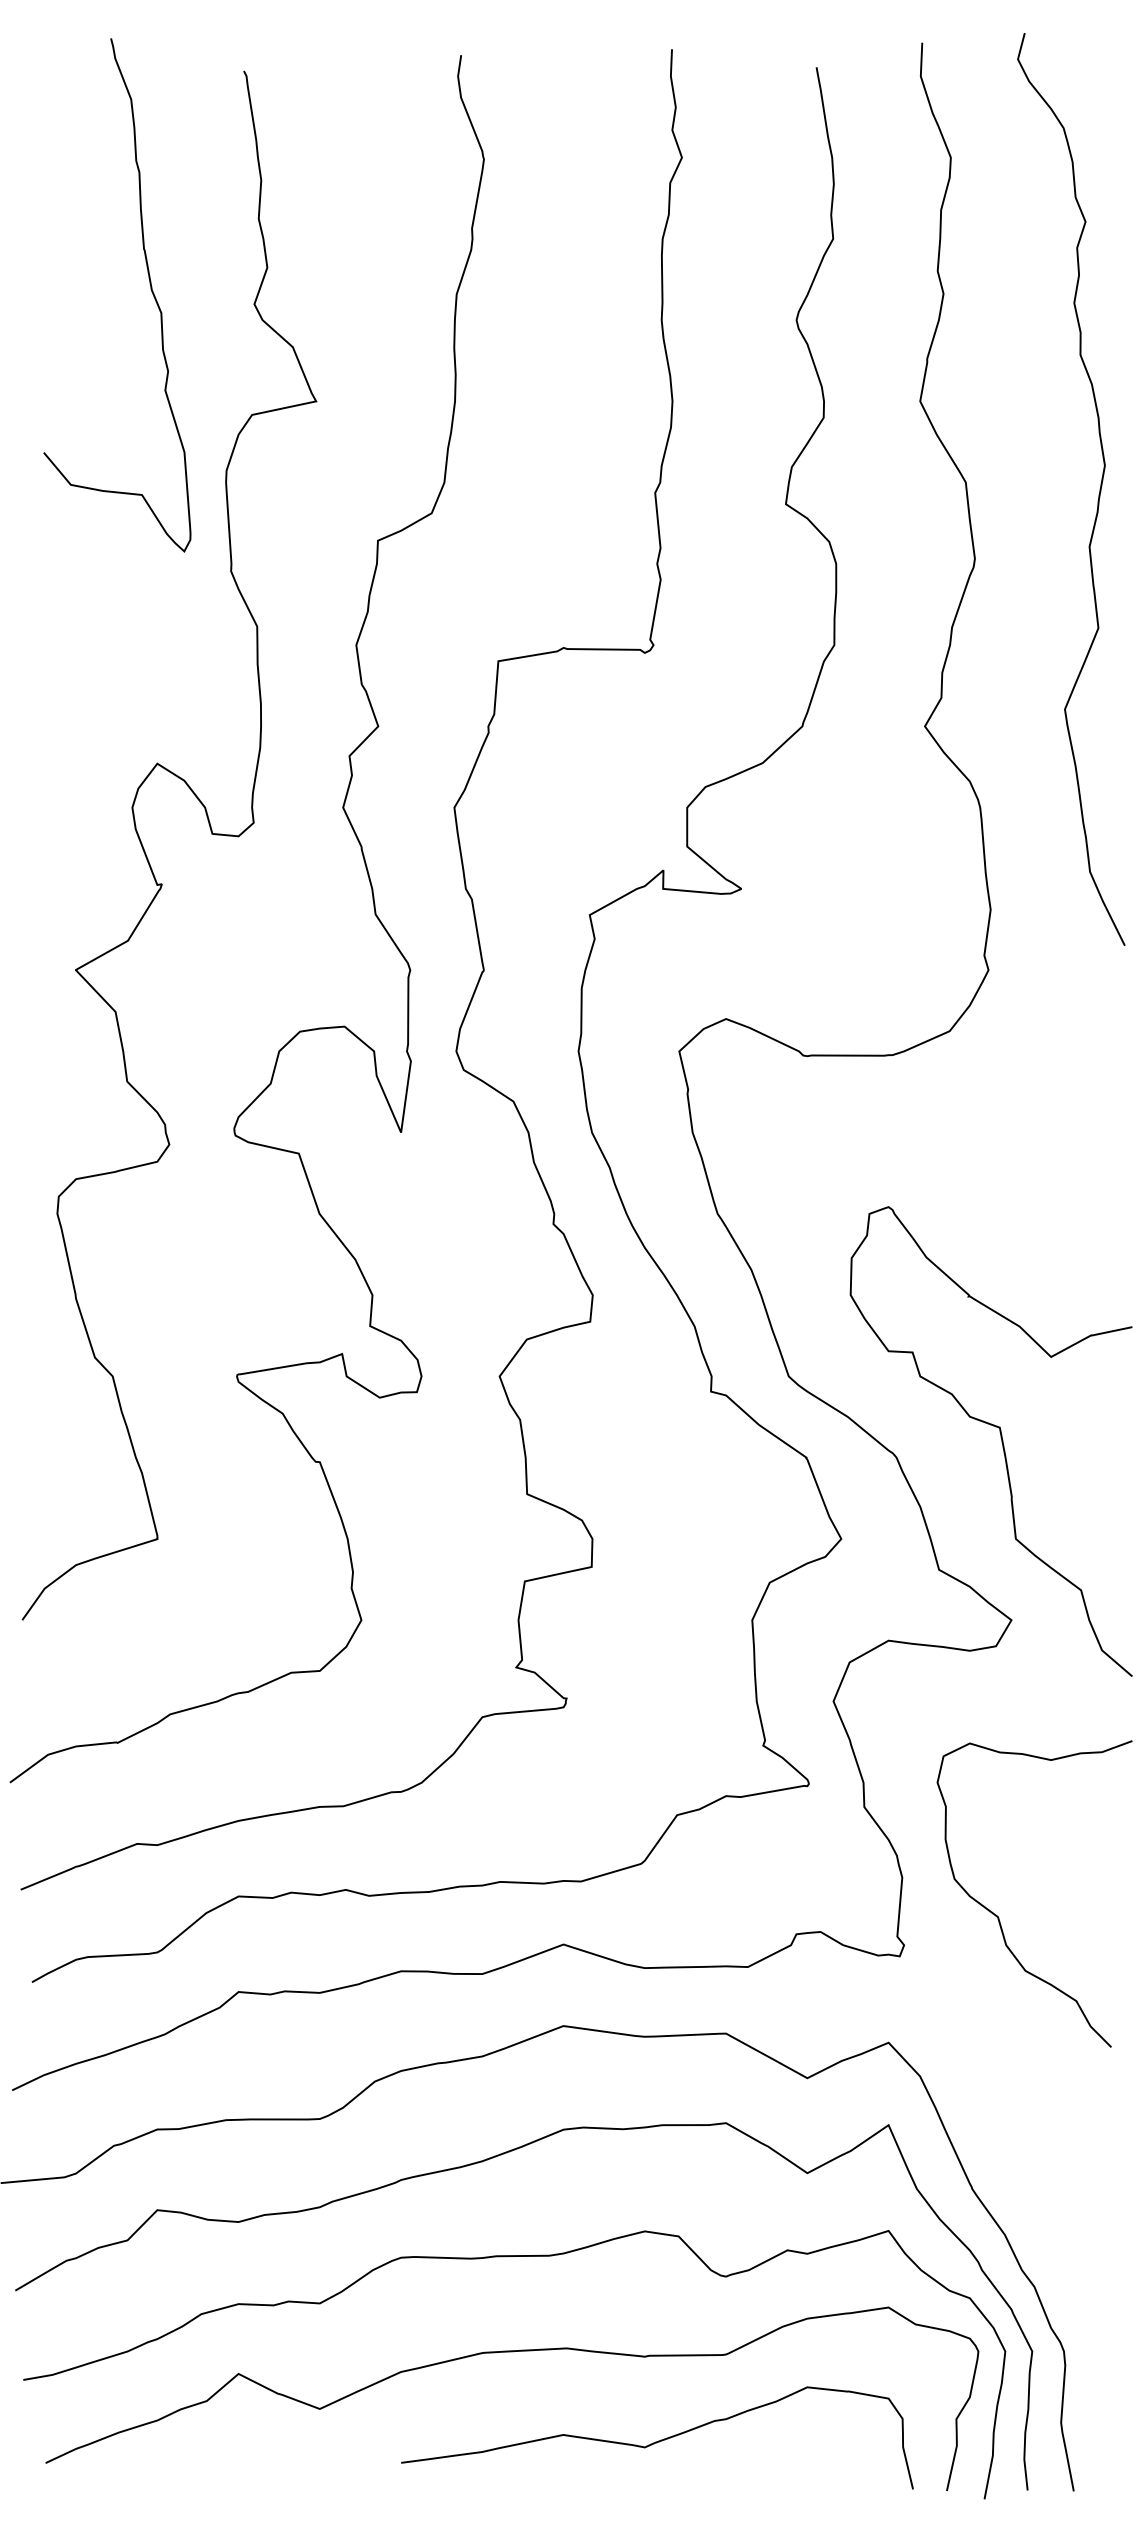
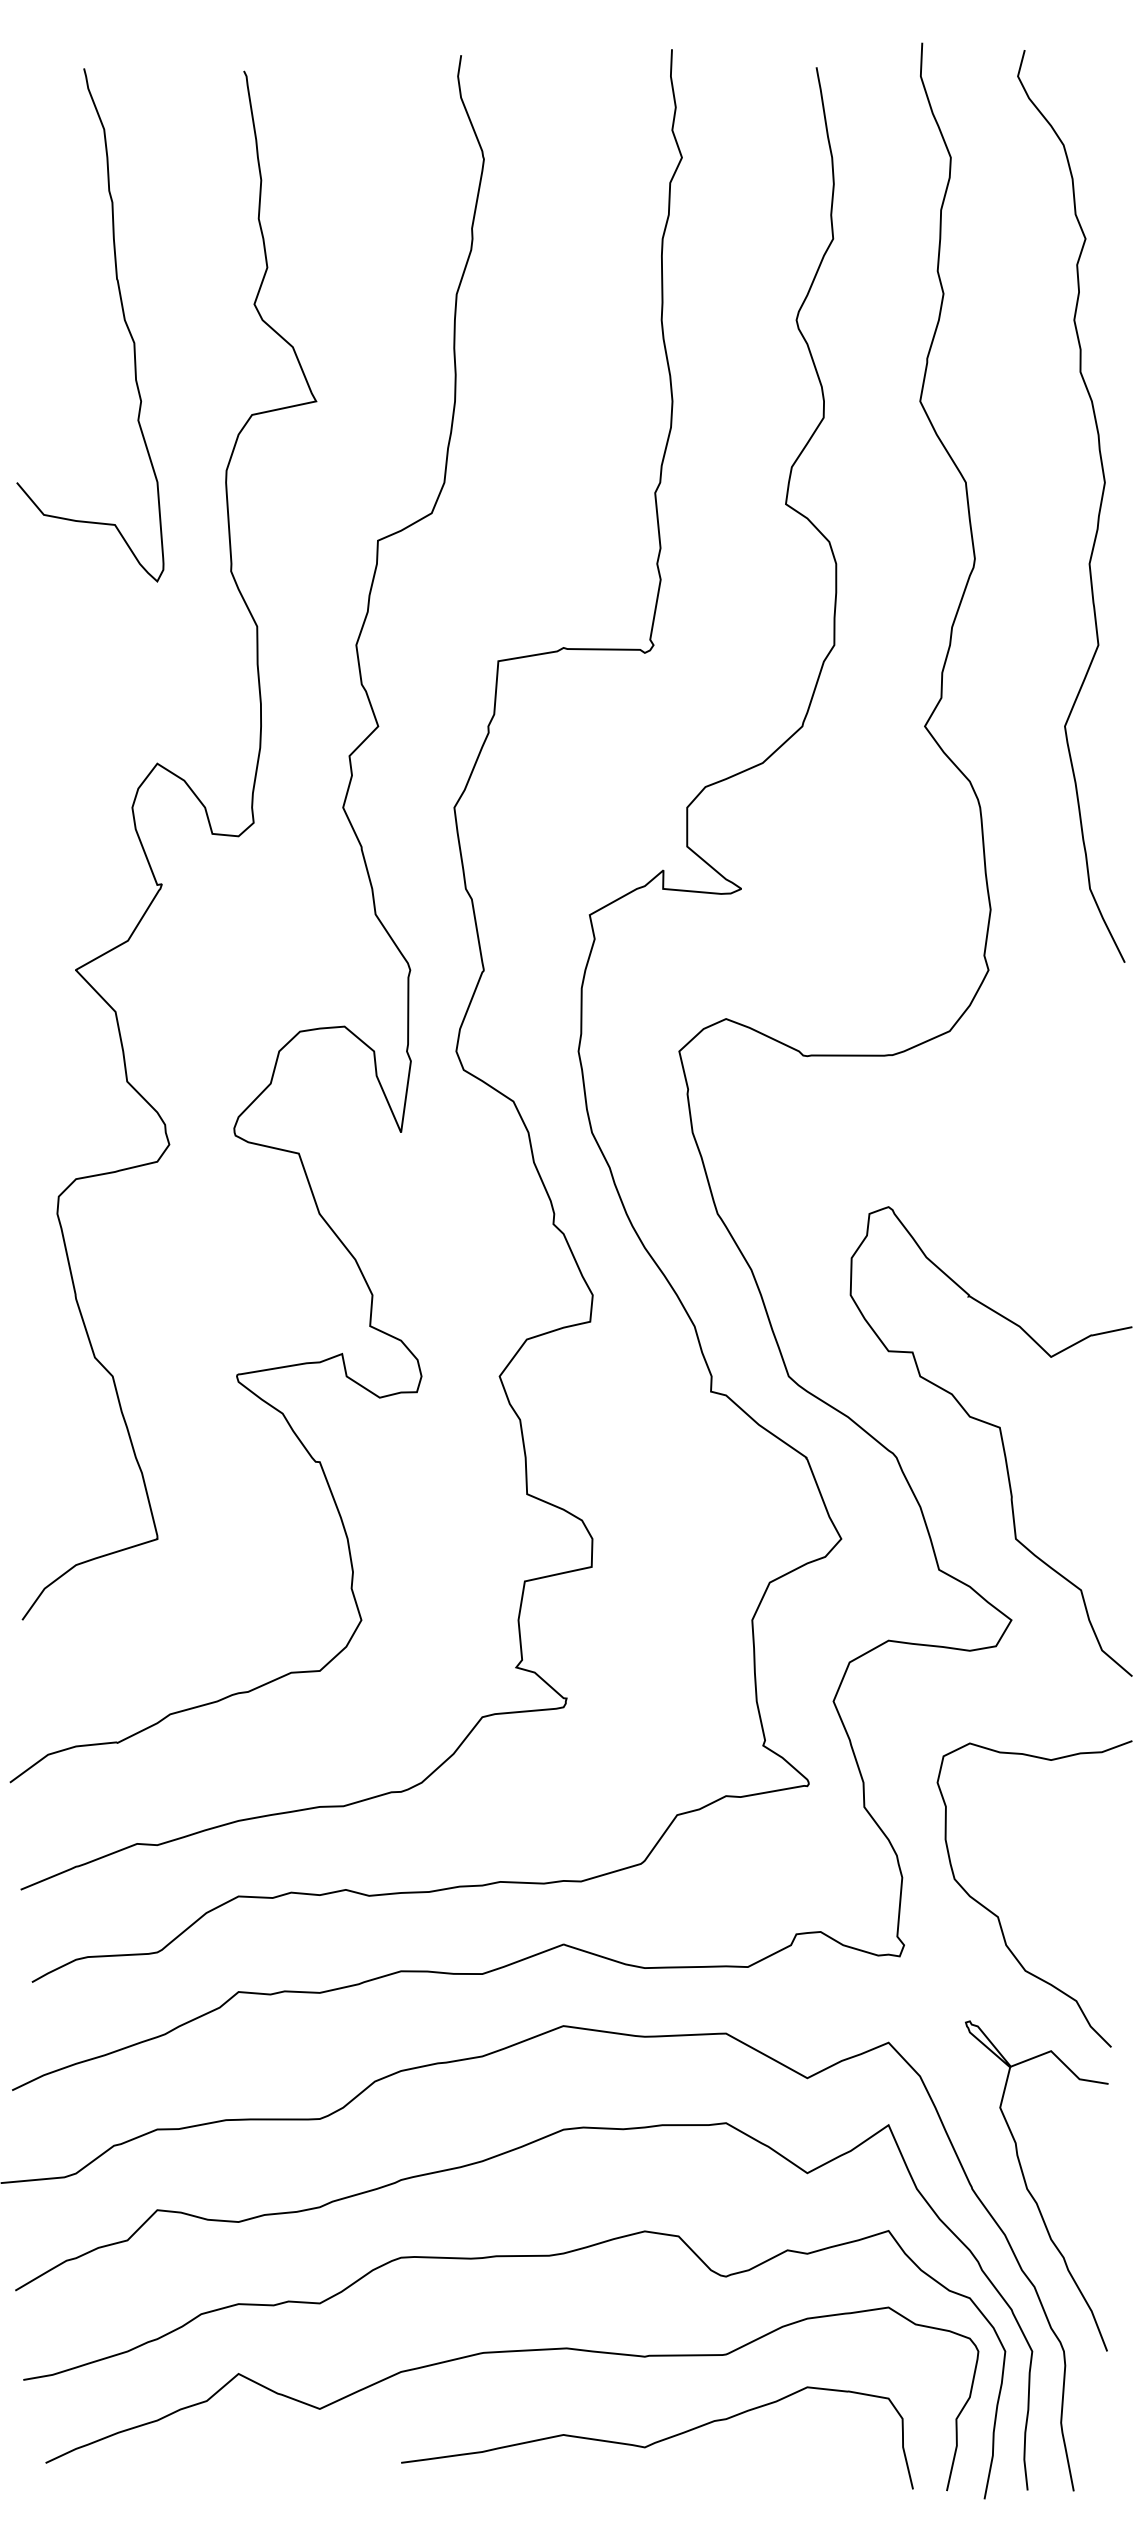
curve at (150, 289) position: (150, 289) -> (123, 319)
curve at (1098, 494) position: (1098, 494) -> (1098, 511)
curve at (1029, 2190): none -> present
